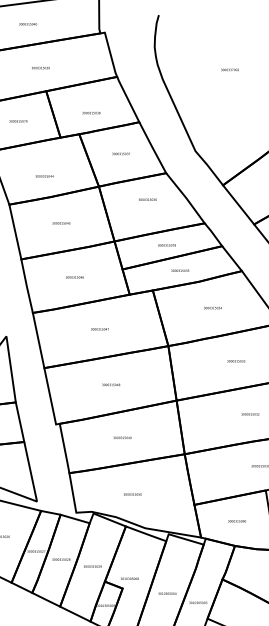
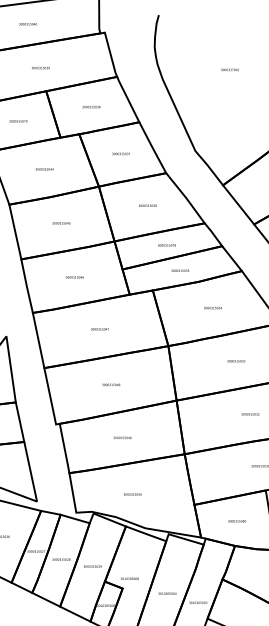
text at (91, 113) position: (91, 113) -> (91, 107)
text at (44, 176) position: (44, 176) -> (44, 169)
text at (147, 199) position: (147, 199) -> (147, 205)
